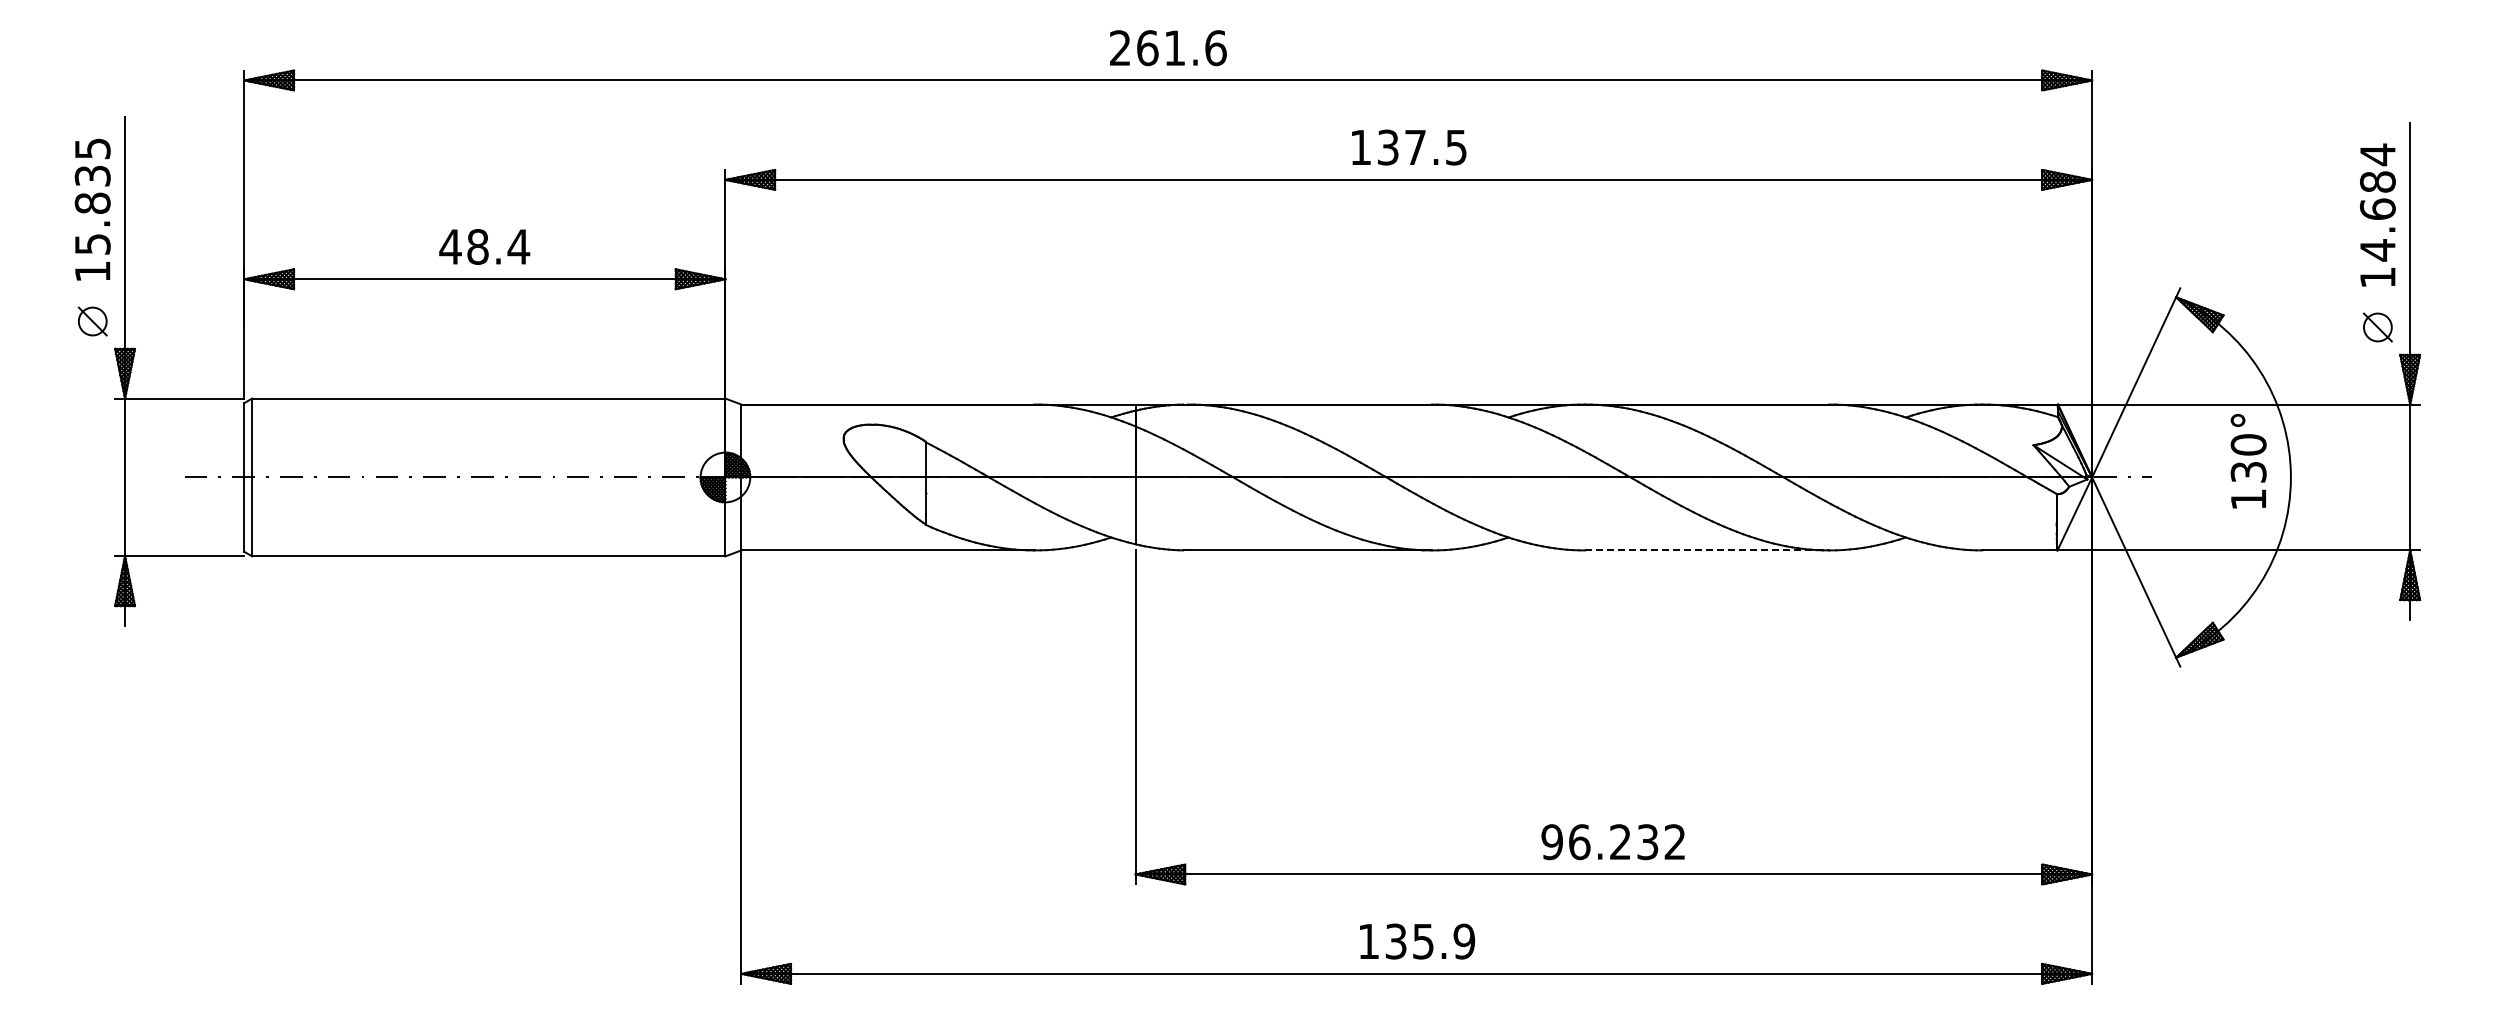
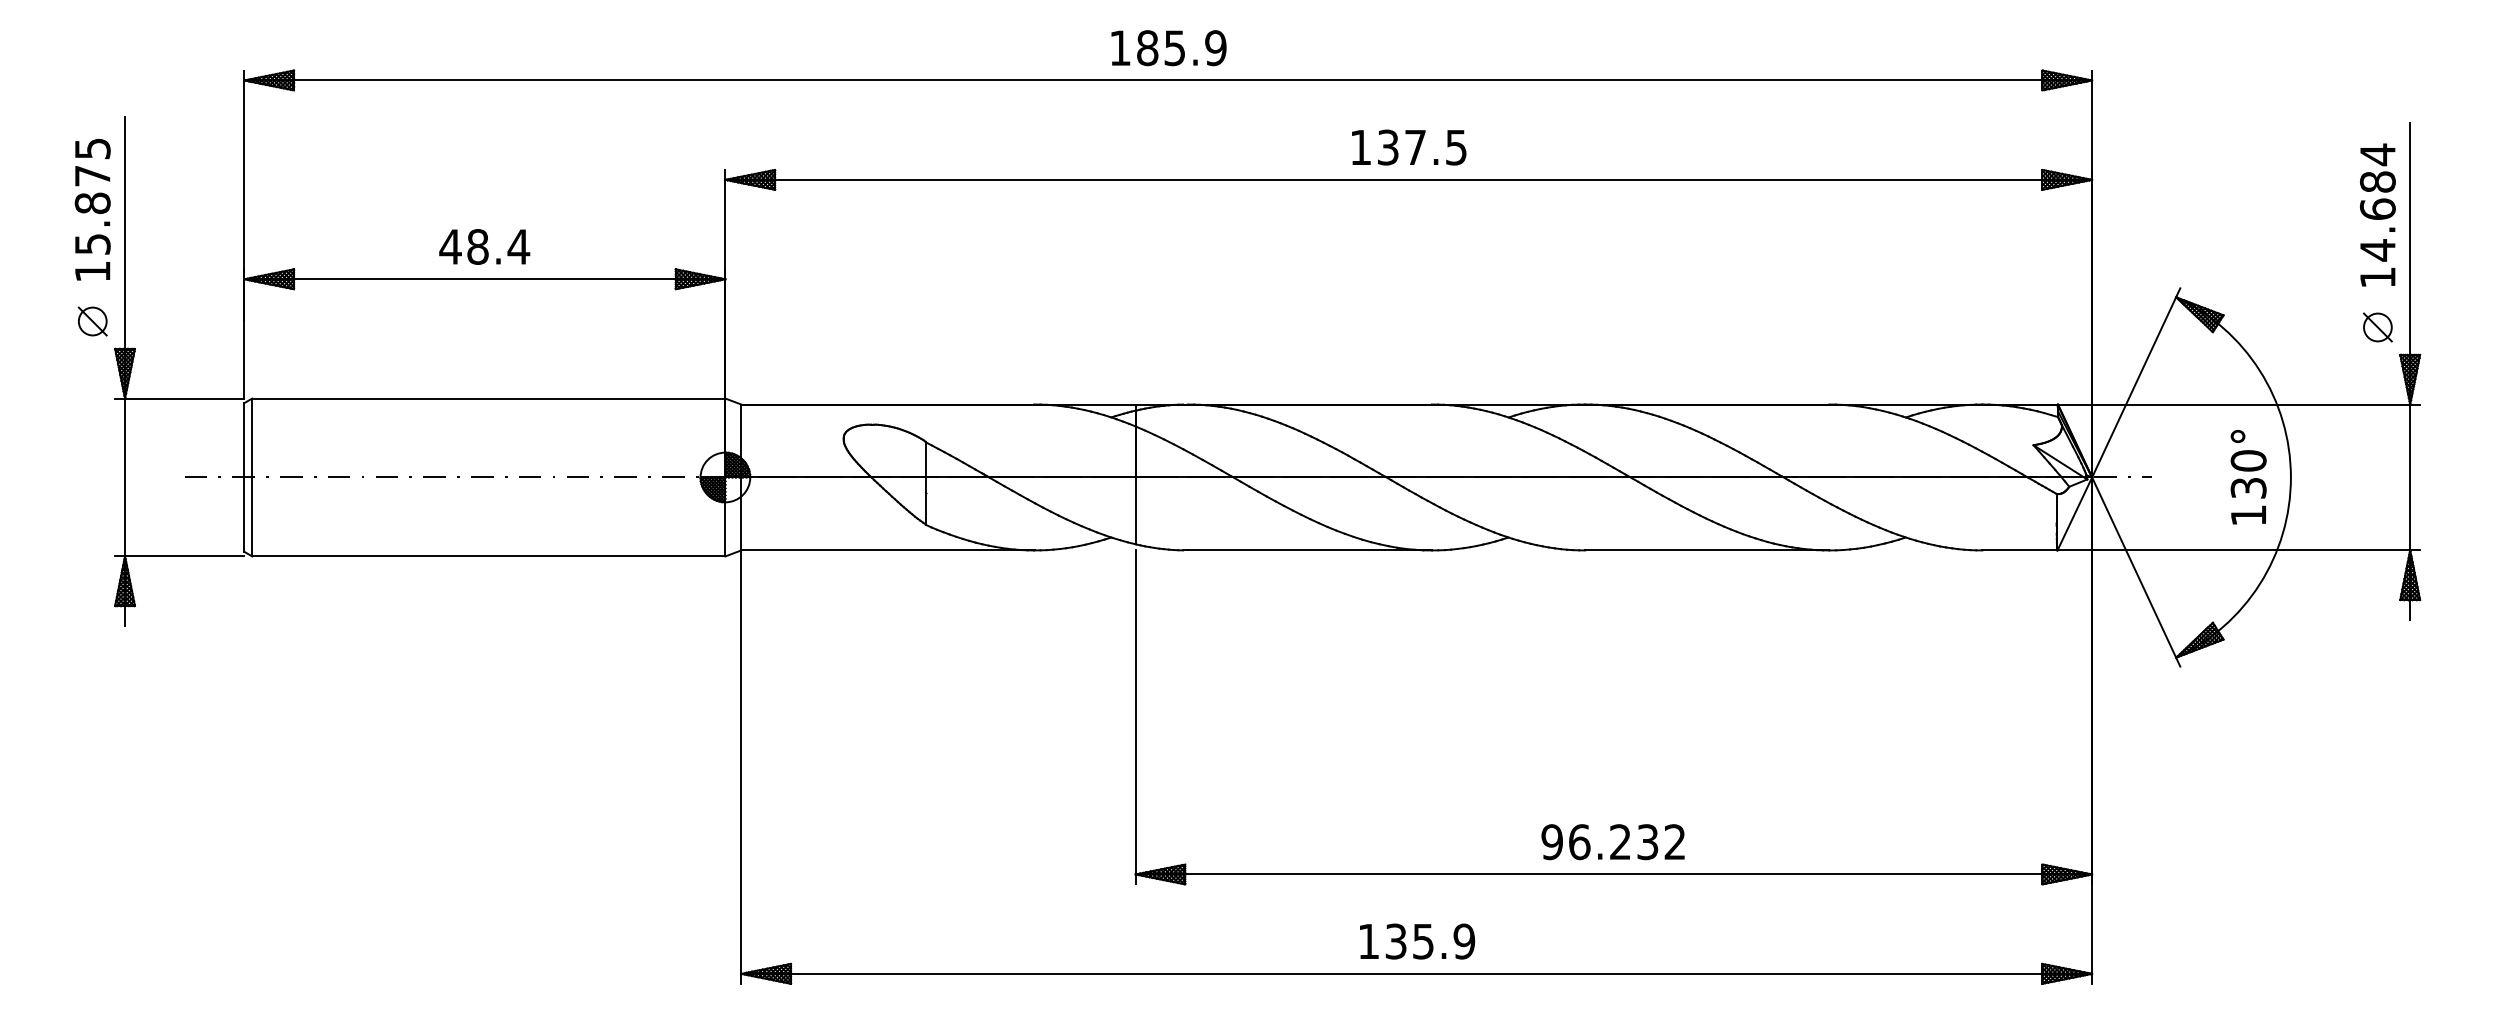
text at (1168, 48): 261.6 -> 185.9
text at (92, 175): 15.835 -> 15.875
text at (2248, 461) position: (2248, 461) -> (2248, 477)
line at (1707, 550): dashed -> solid
